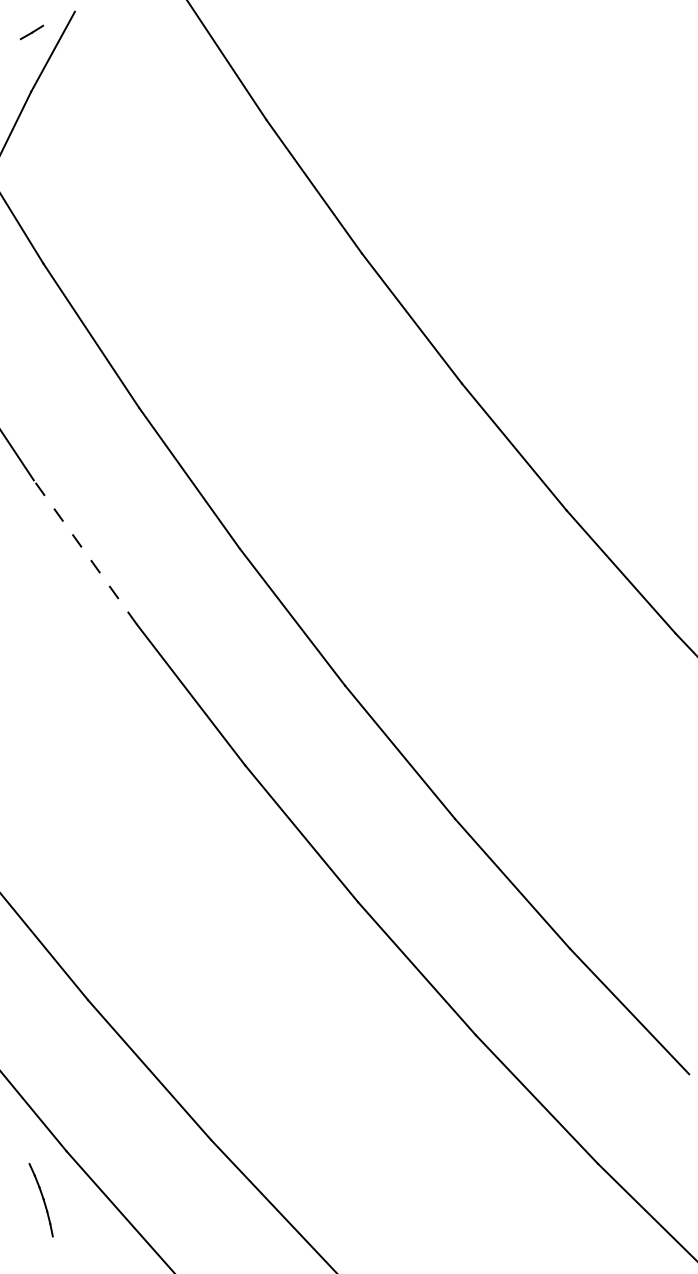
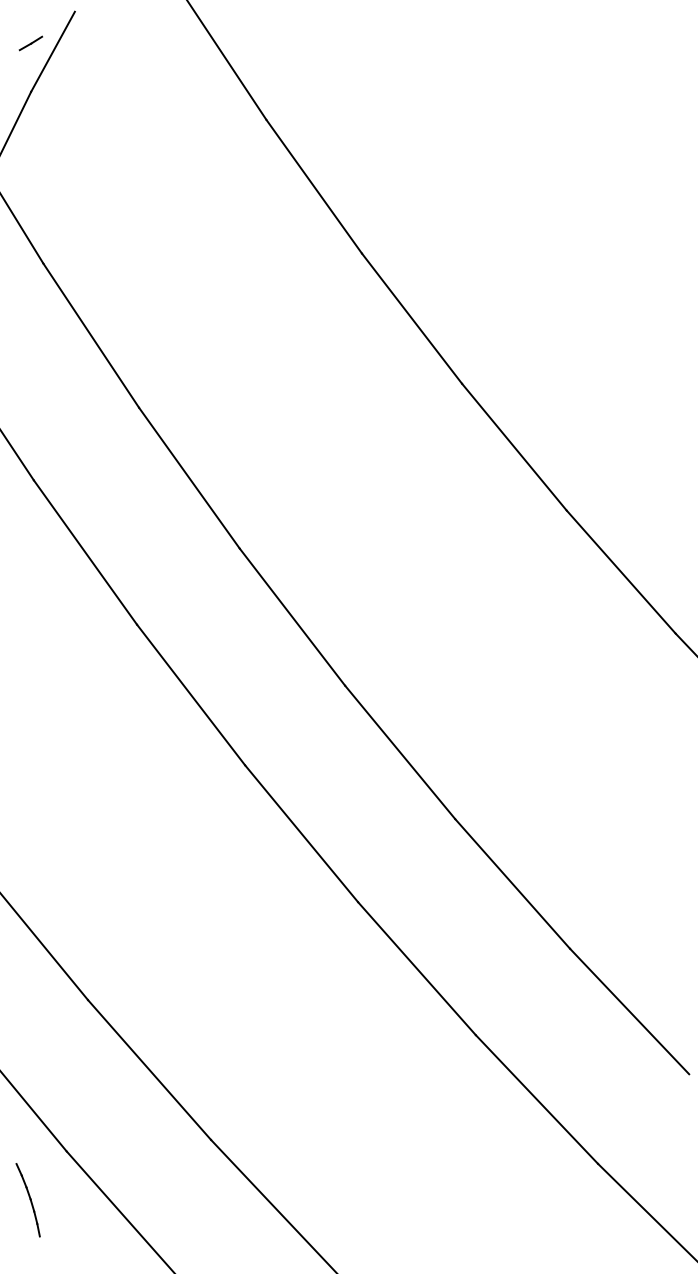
line at (31, 32) position: (31, 32) -> (30, 43)
line at (85, 552): dashed -> solid
part at (40, 1200) position: (40, 1200) -> (27, 1200)
